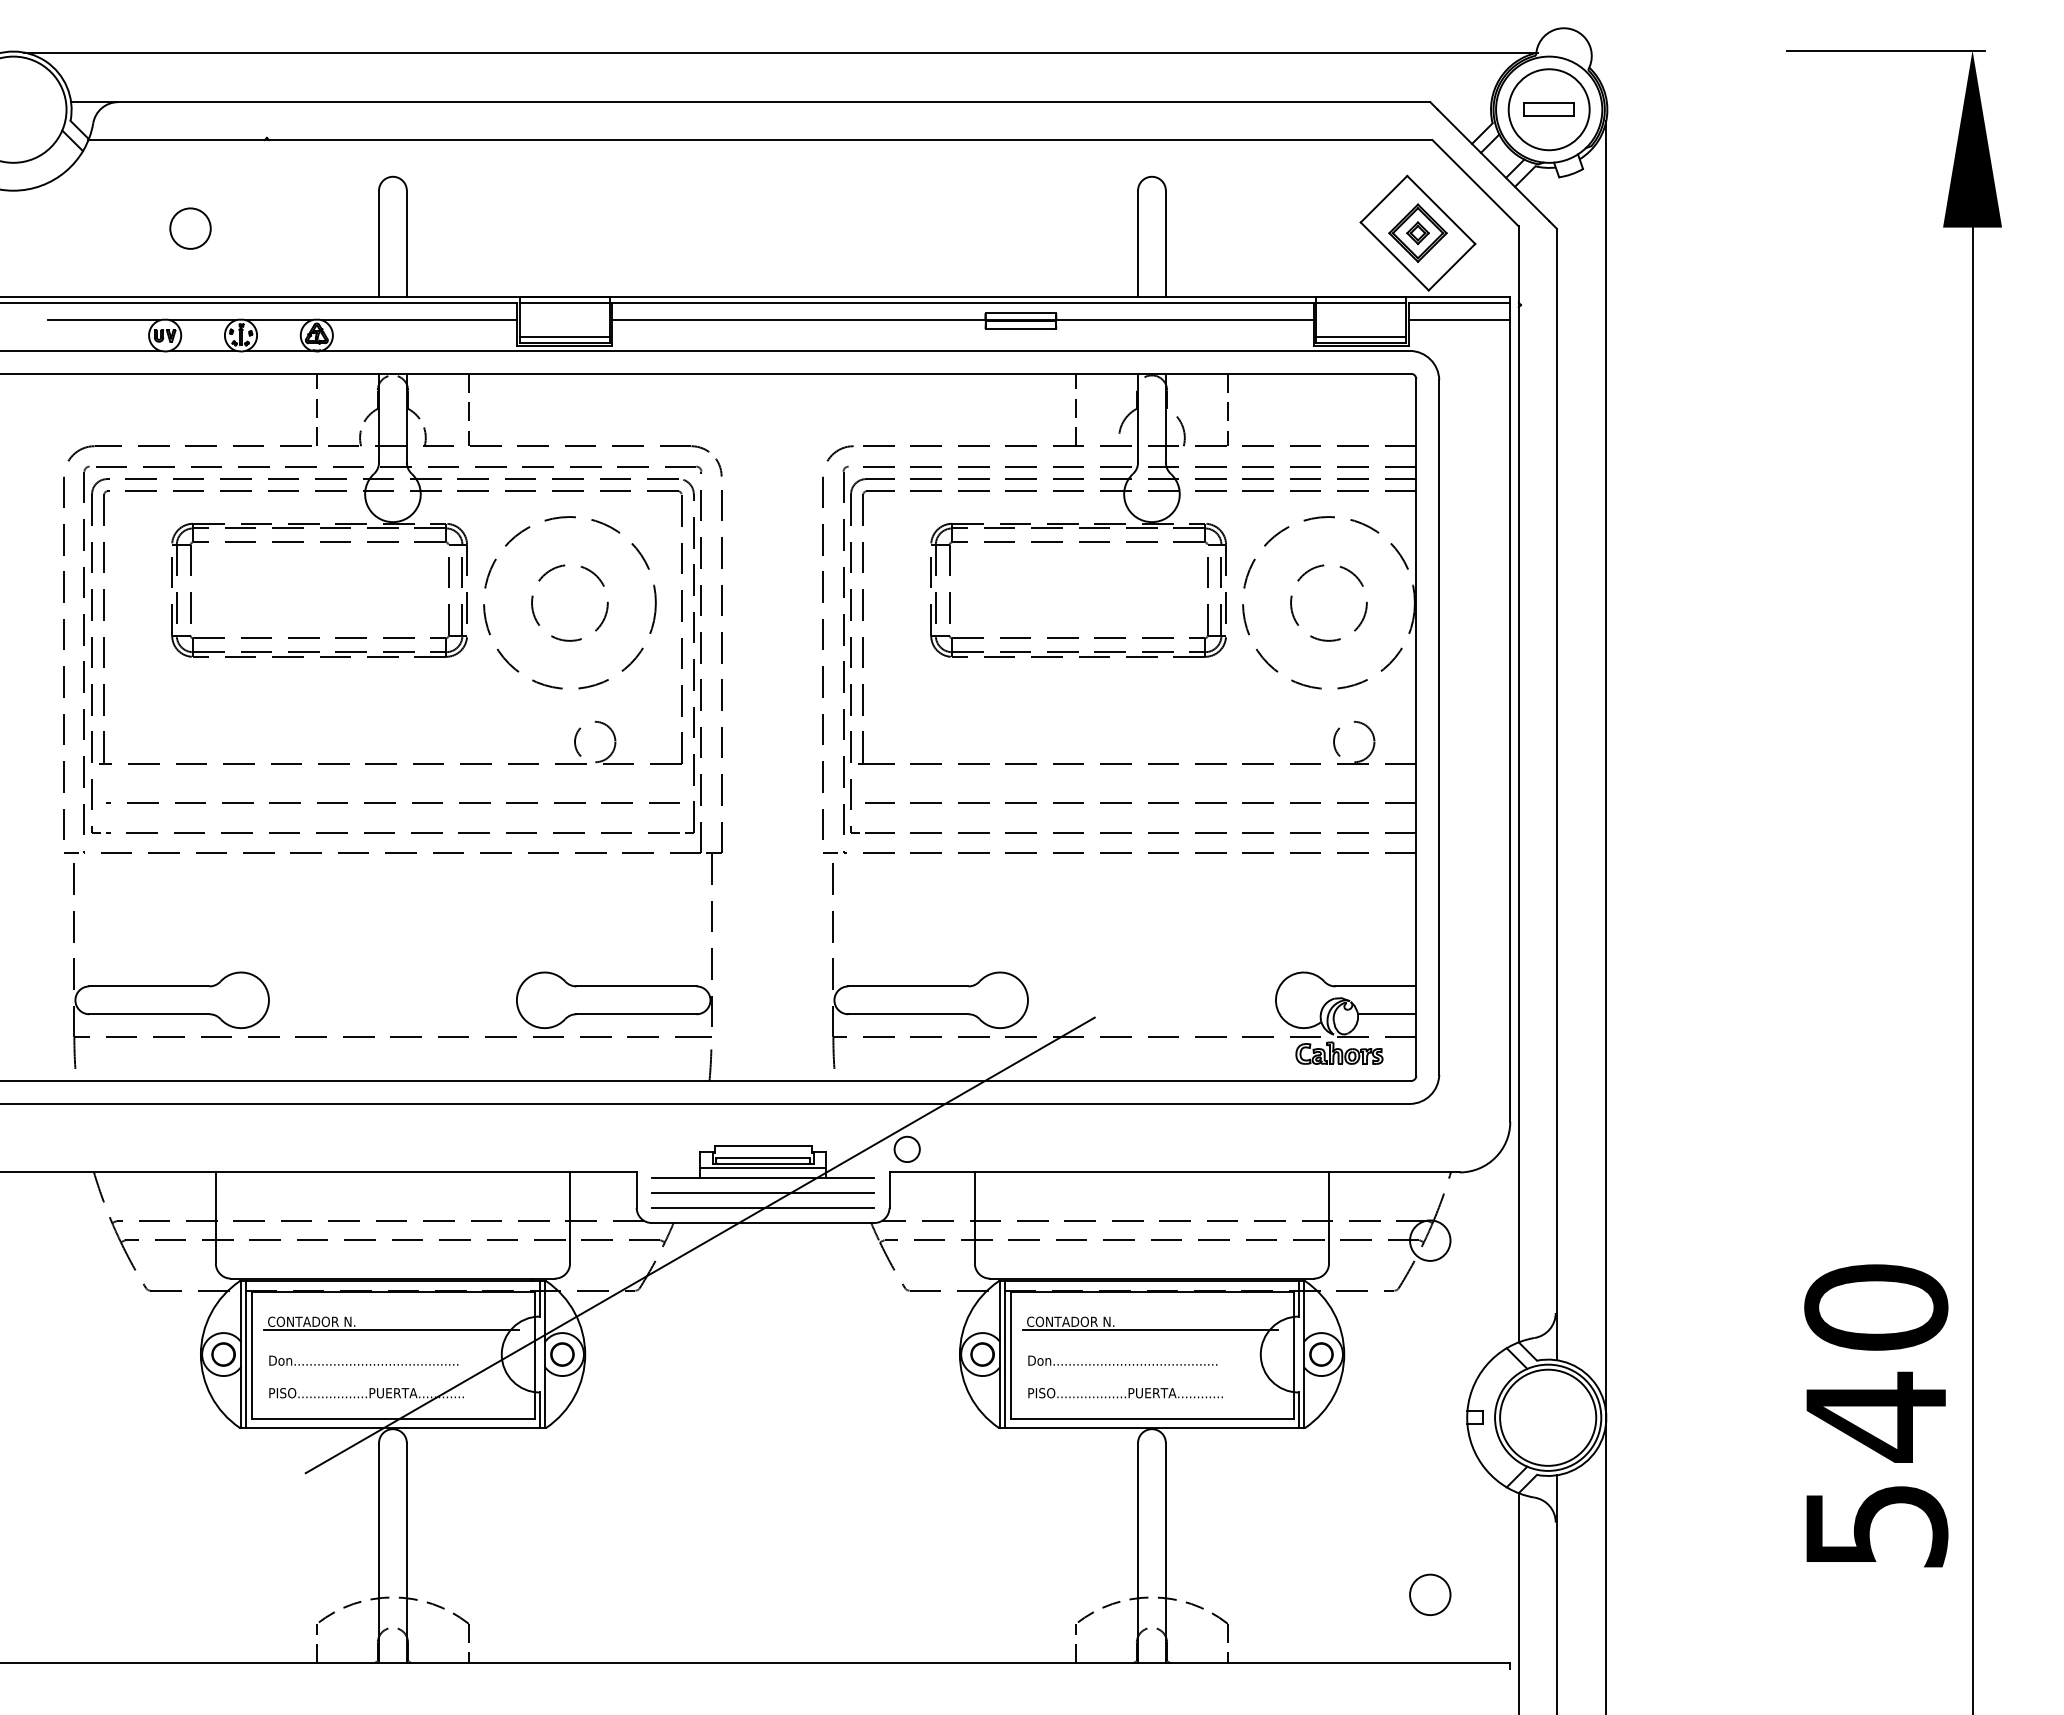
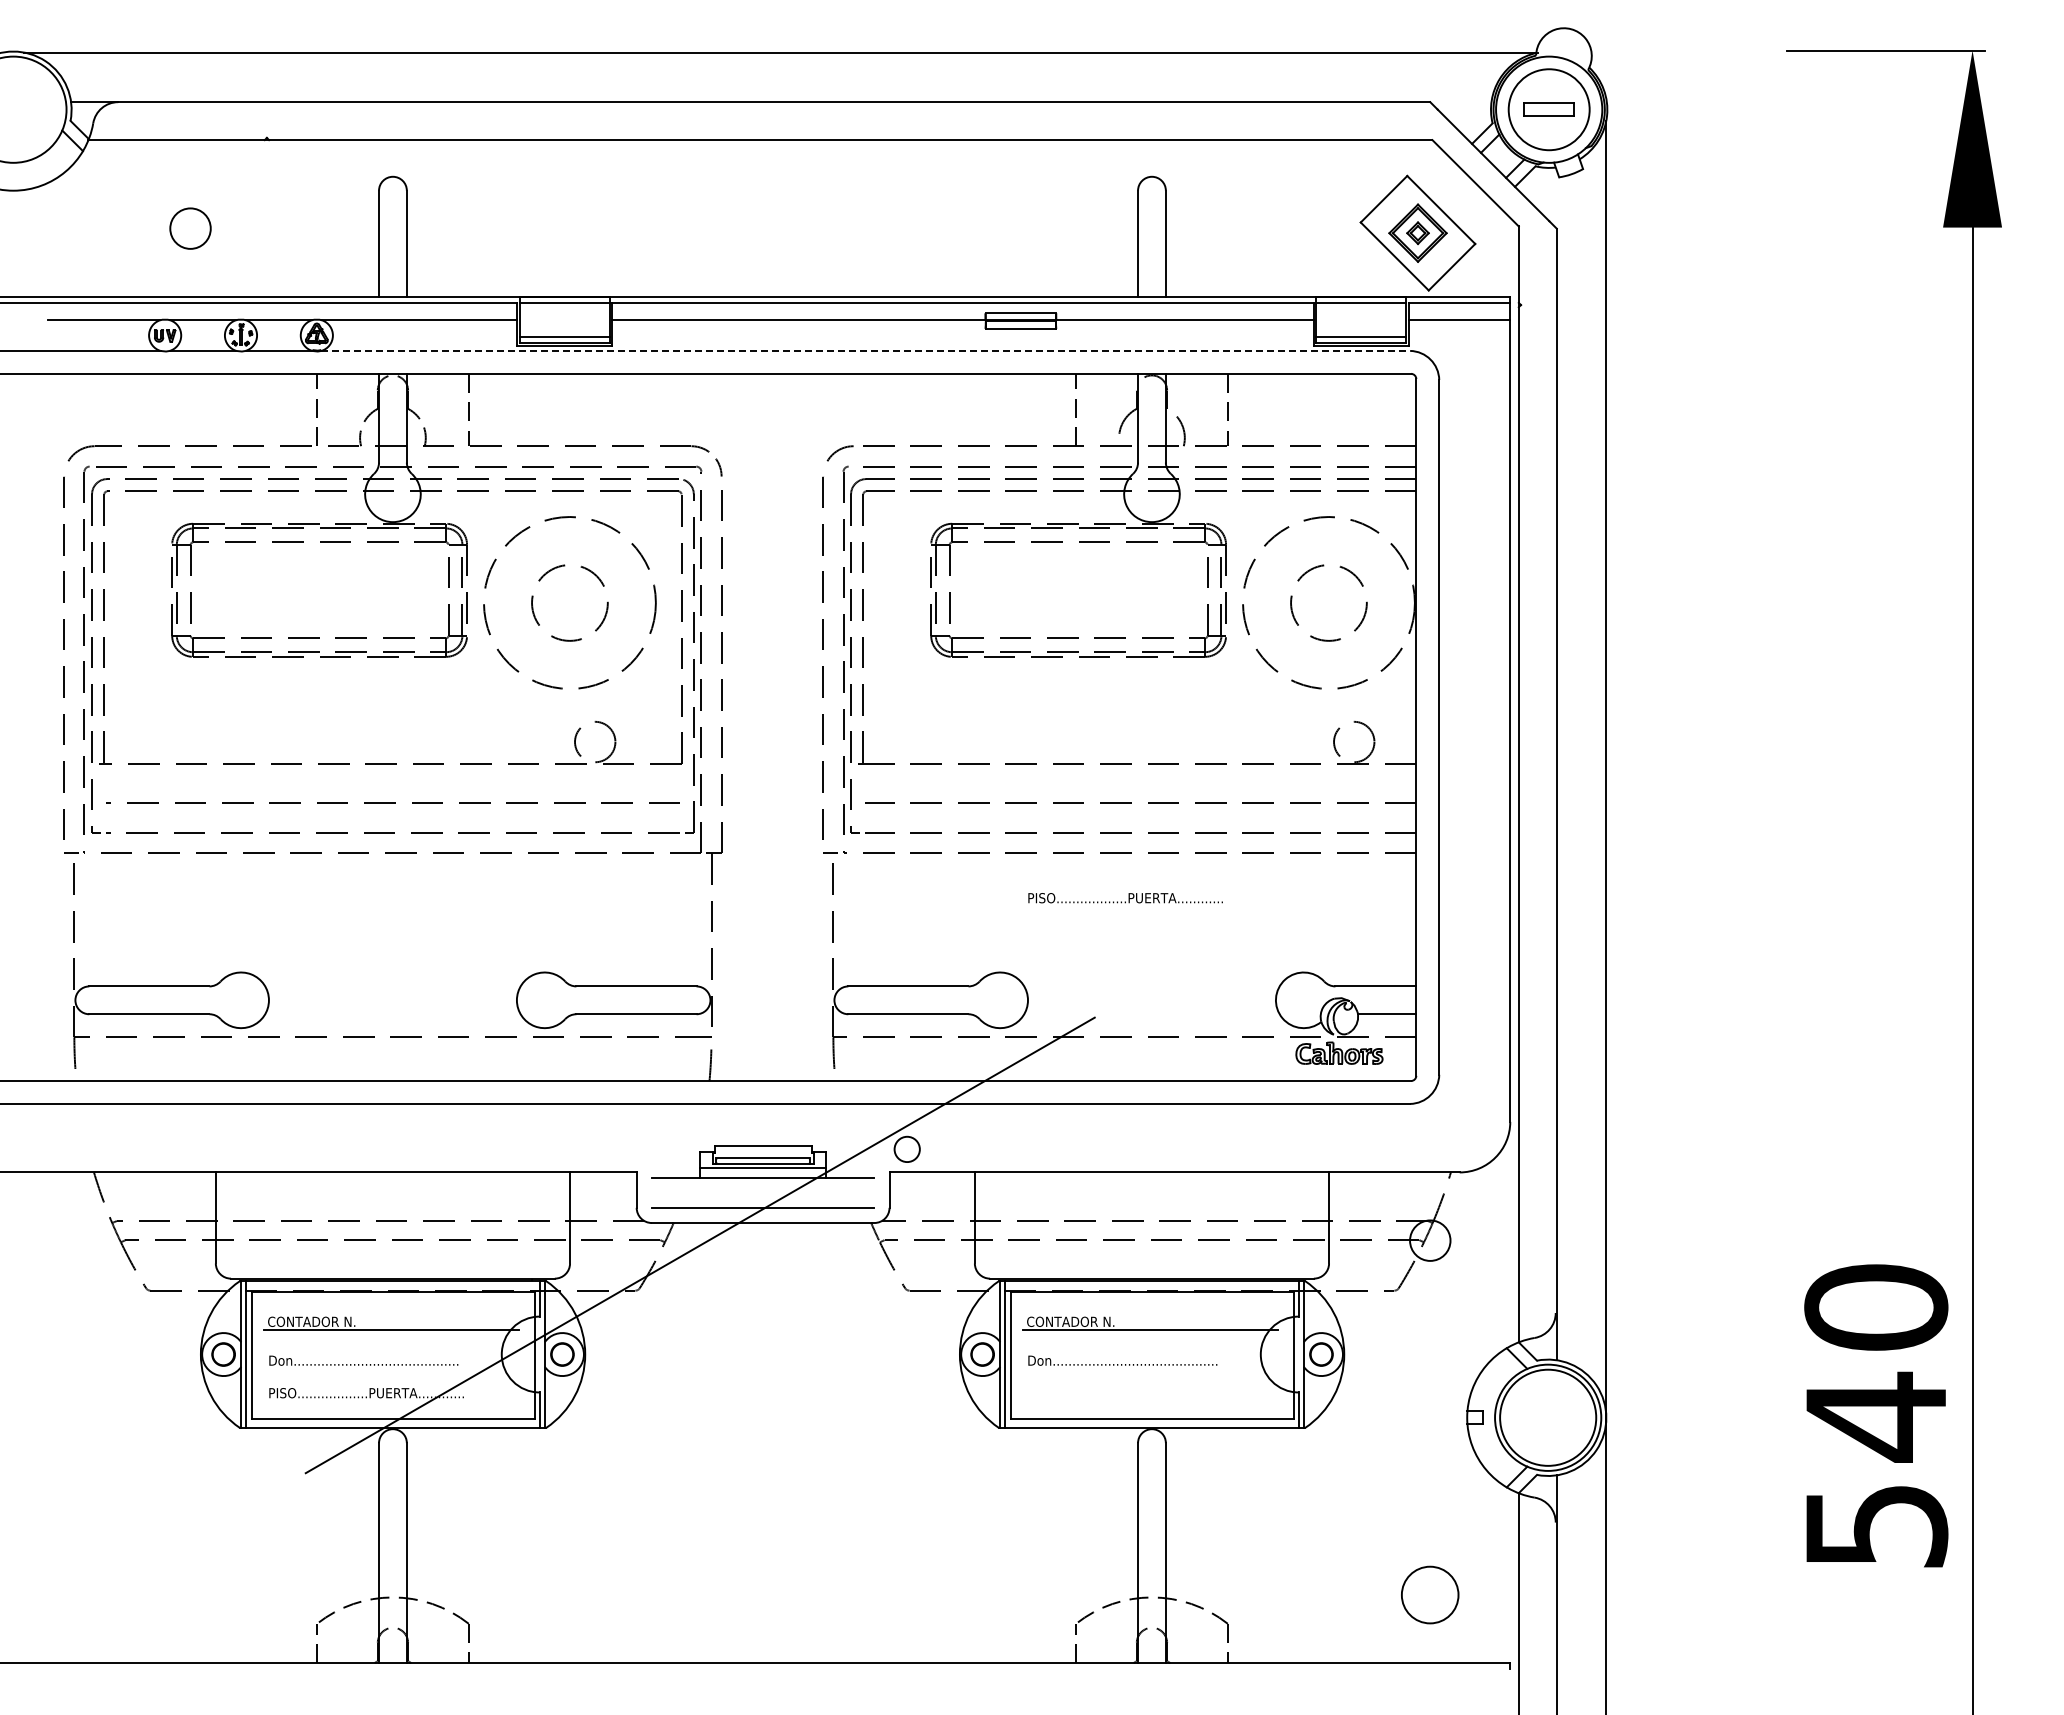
line at (866, 350): solid -> dashed
line at (762, 1192): present -> none
text at (1125, 1393) position: (1125, 1393) -> (1125, 898)
circle at (1430, 1594) size: 43x43 px -> 59x60 px
